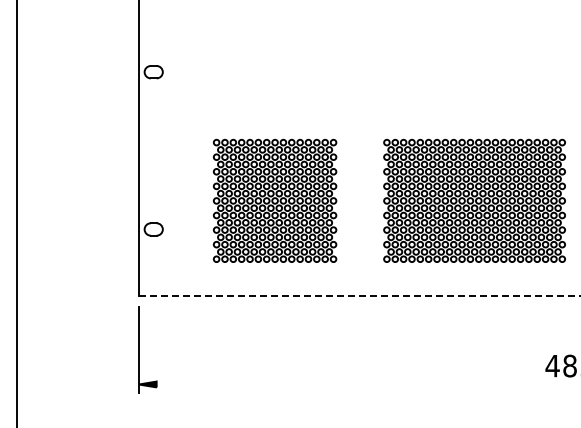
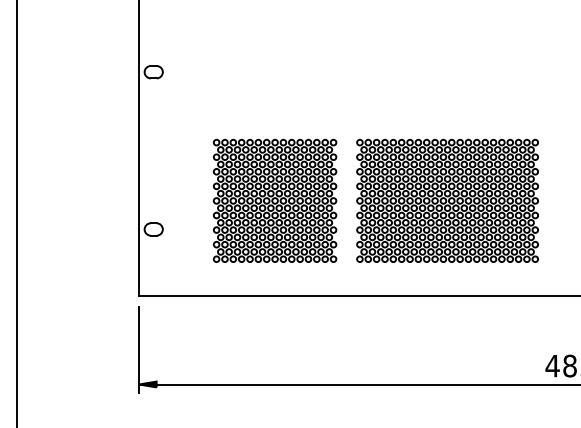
part at (474, 200) position: (474, 200) -> (447, 200)
line at (359, 295): dashed -> solid
line at (357, 384): none -> present
